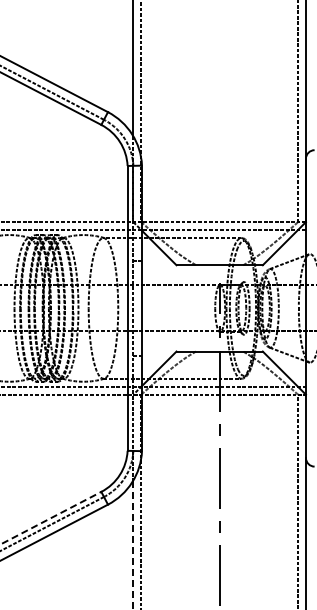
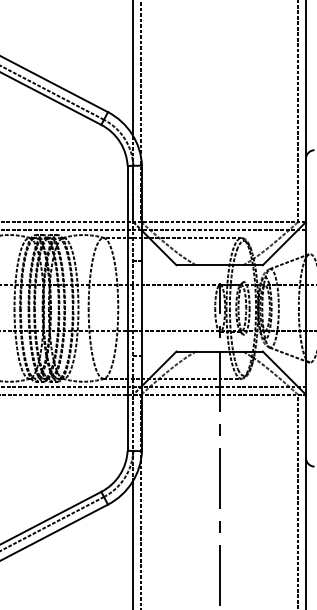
line at (50, 518): dashed -> solid
line at (133, 545): dashed -> solid
